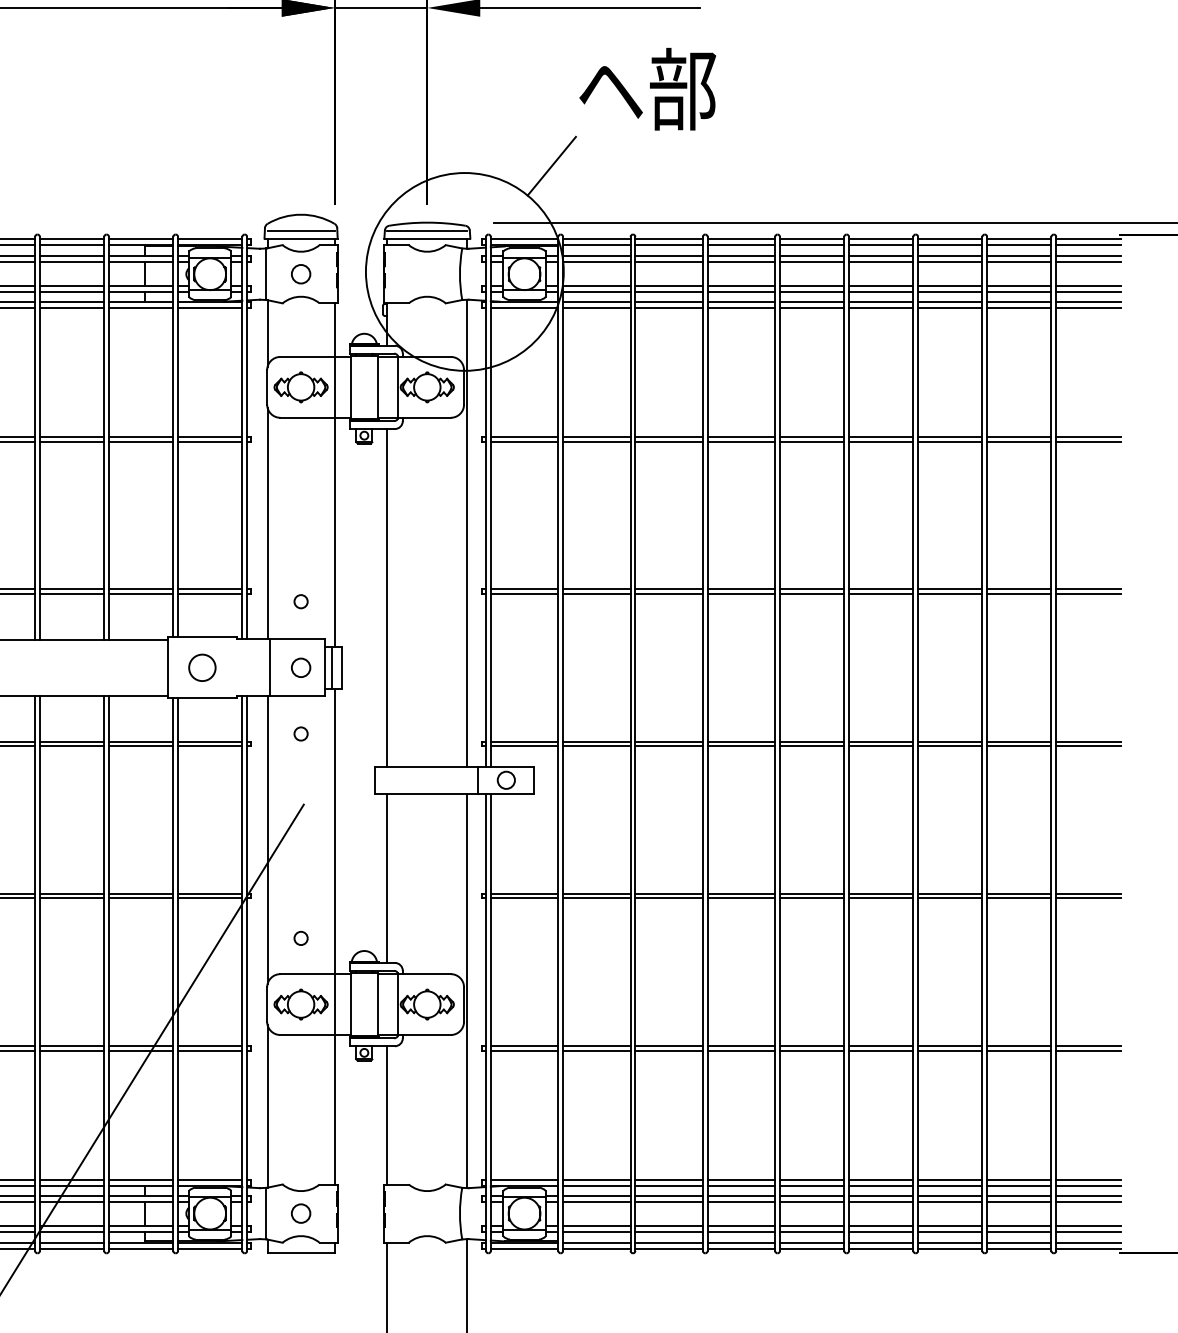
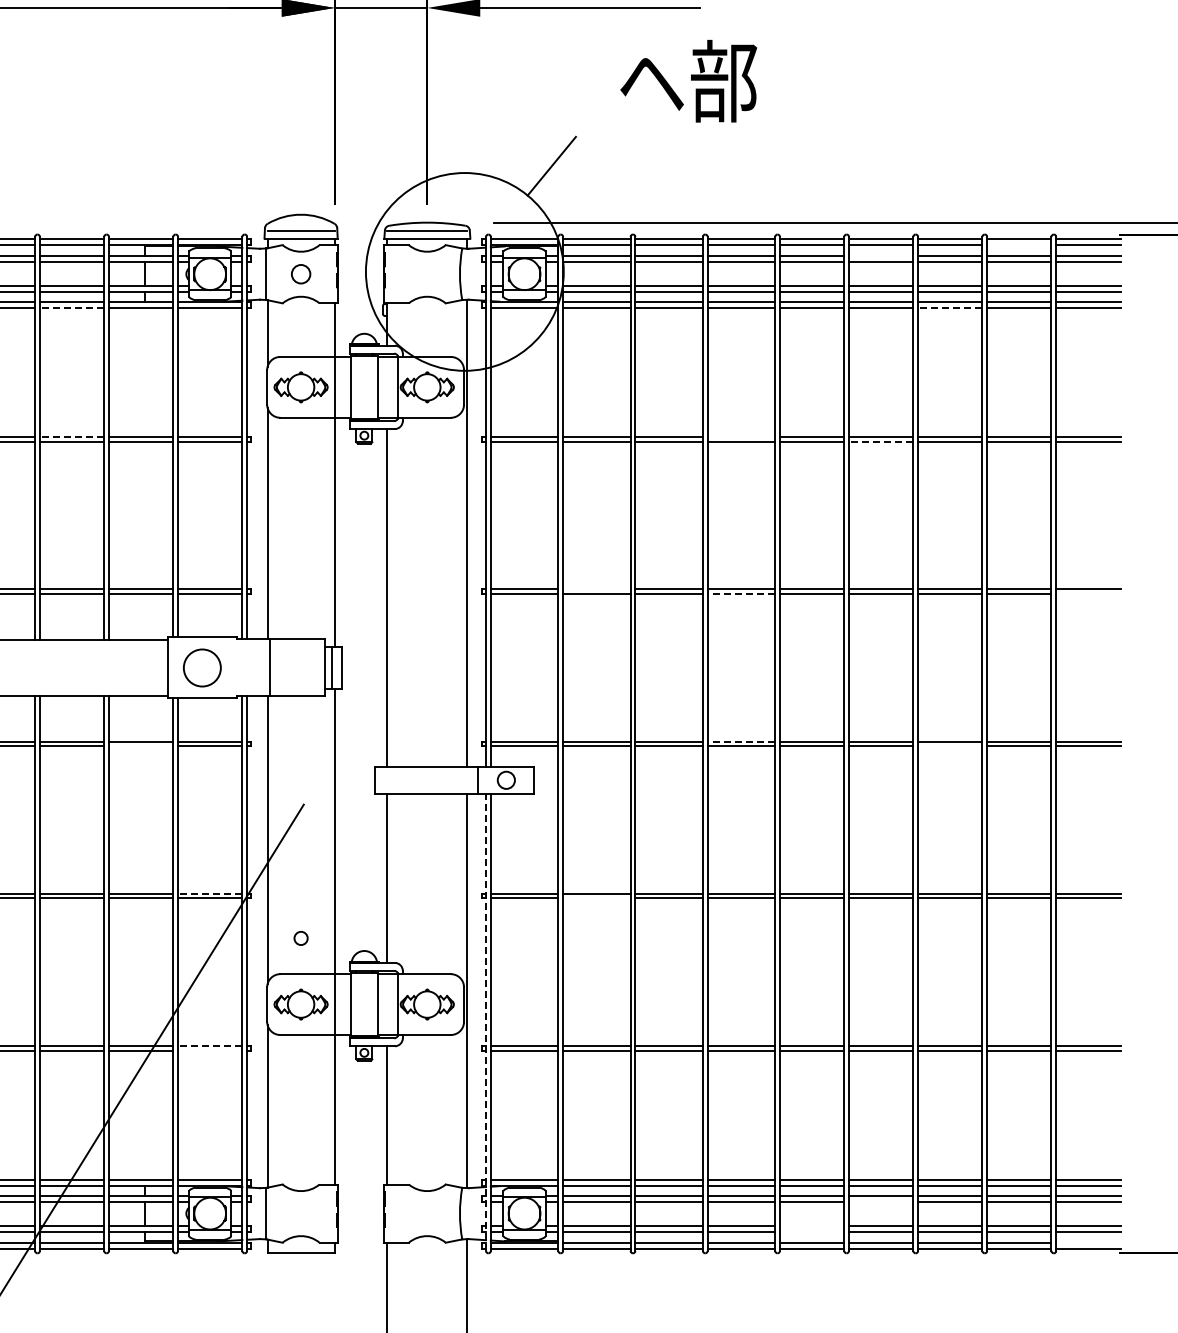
text at (647, 88) position: (647, 88) -> (688, 80)
line at (1019, 245): present -> none
line at (881, 256): present -> none
line at (71, 307): solid -> dashed
line at (949, 307): solid -> dashed
line at (71, 437): solid -> dashed
line at (741, 437): present -> none
line at (880, 442): solid -> dashed
line at (596, 589): present -> none
line at (741, 594): solid -> dashed
line at (1088, 594): present -> none
circle at (300, 601): present -> none
circle at (202, 667) size: 29x29 px -> 39x40 px
circle at (301, 667): present -> none
circle at (300, 733): present -> none
line at (741, 741): solid -> dashed
line at (140, 746): present -> none
line at (950, 746): present -> none
line at (209, 893): solid -> dashed
line at (596, 898): present -> none
line at (486, 1022): solid -> dashed
line at (209, 1045): solid -> dashed
line at (210, 1050): present -> none
line at (881, 1201): present -> none
circle at (301, 1213): present -> none
line at (811, 1225): present -> none
line at (811, 1231): present -> none
line at (1088, 1242): present -> none
